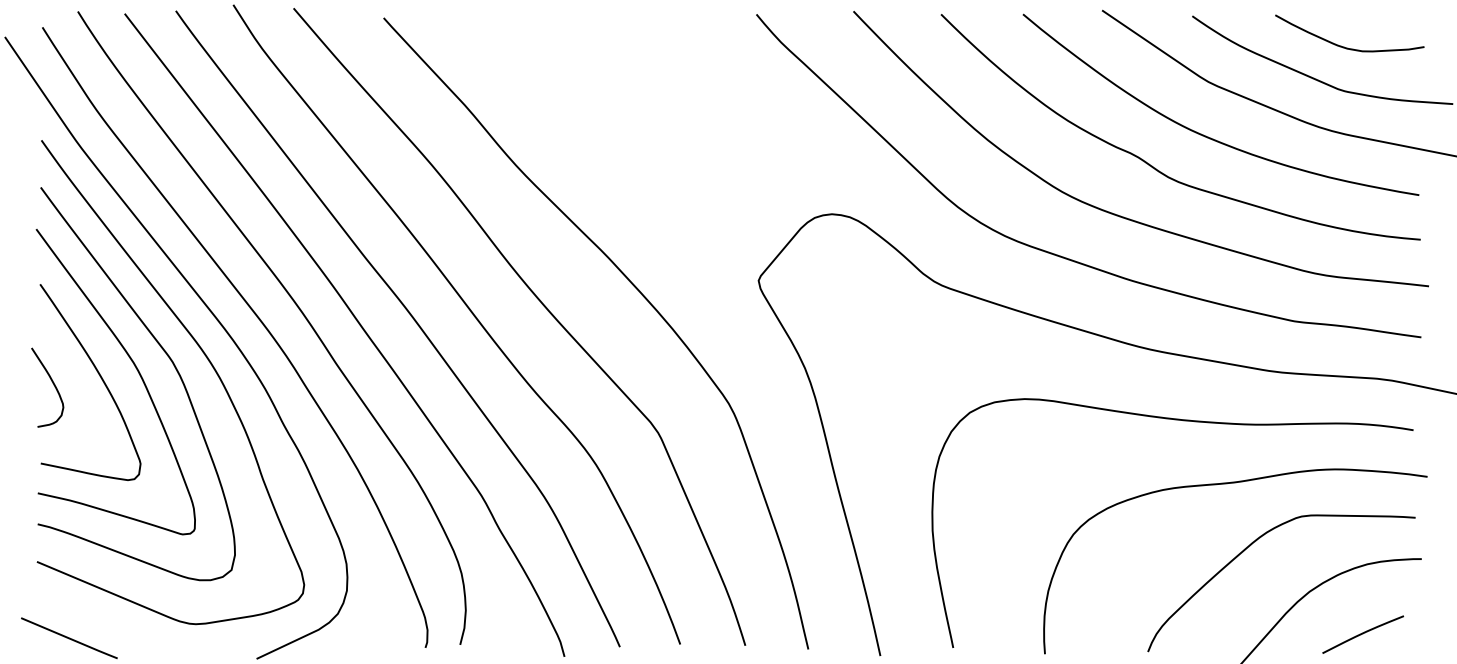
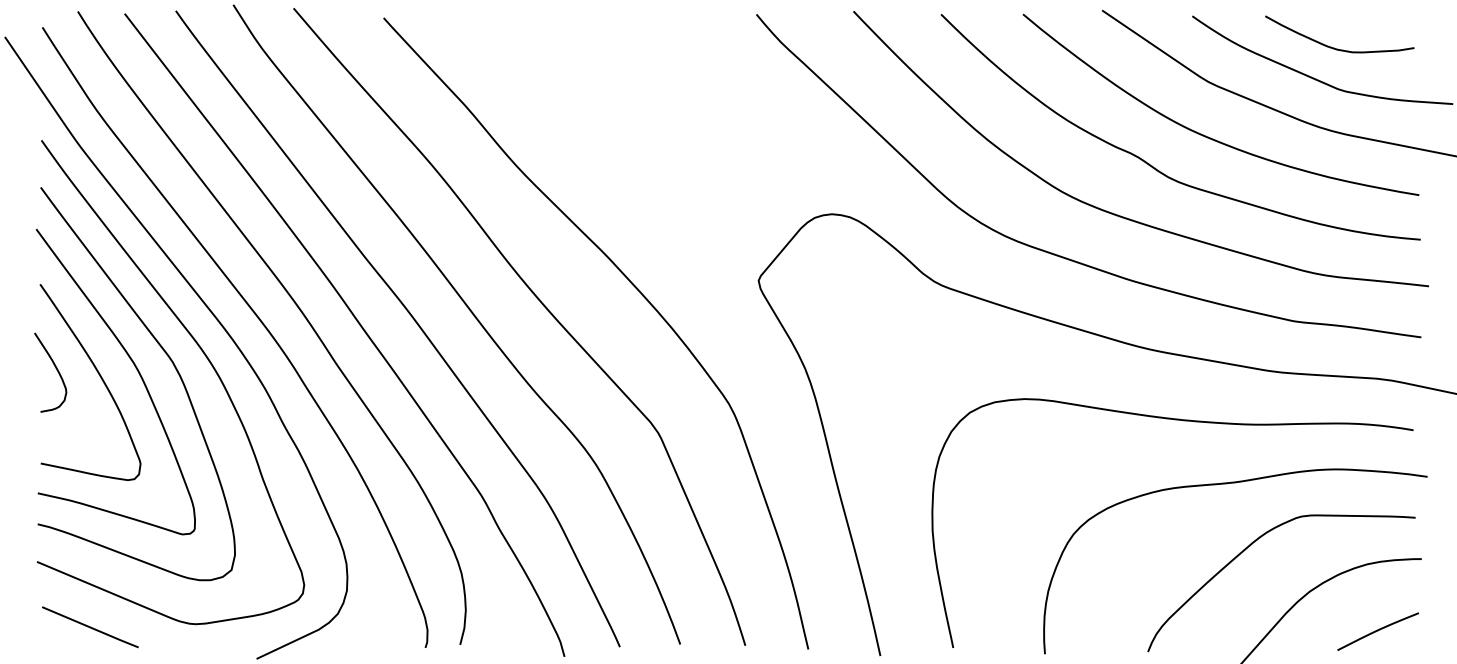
curve at (1344, 46) position: (1344, 46) -> (1334, 47)
curve at (53, 385) position: (53, 385) -> (56, 370)
curve at (1363, 634) position: (1363, 634) -> (1378, 631)
line at (69, 638) position: (69, 638) -> (90, 627)
